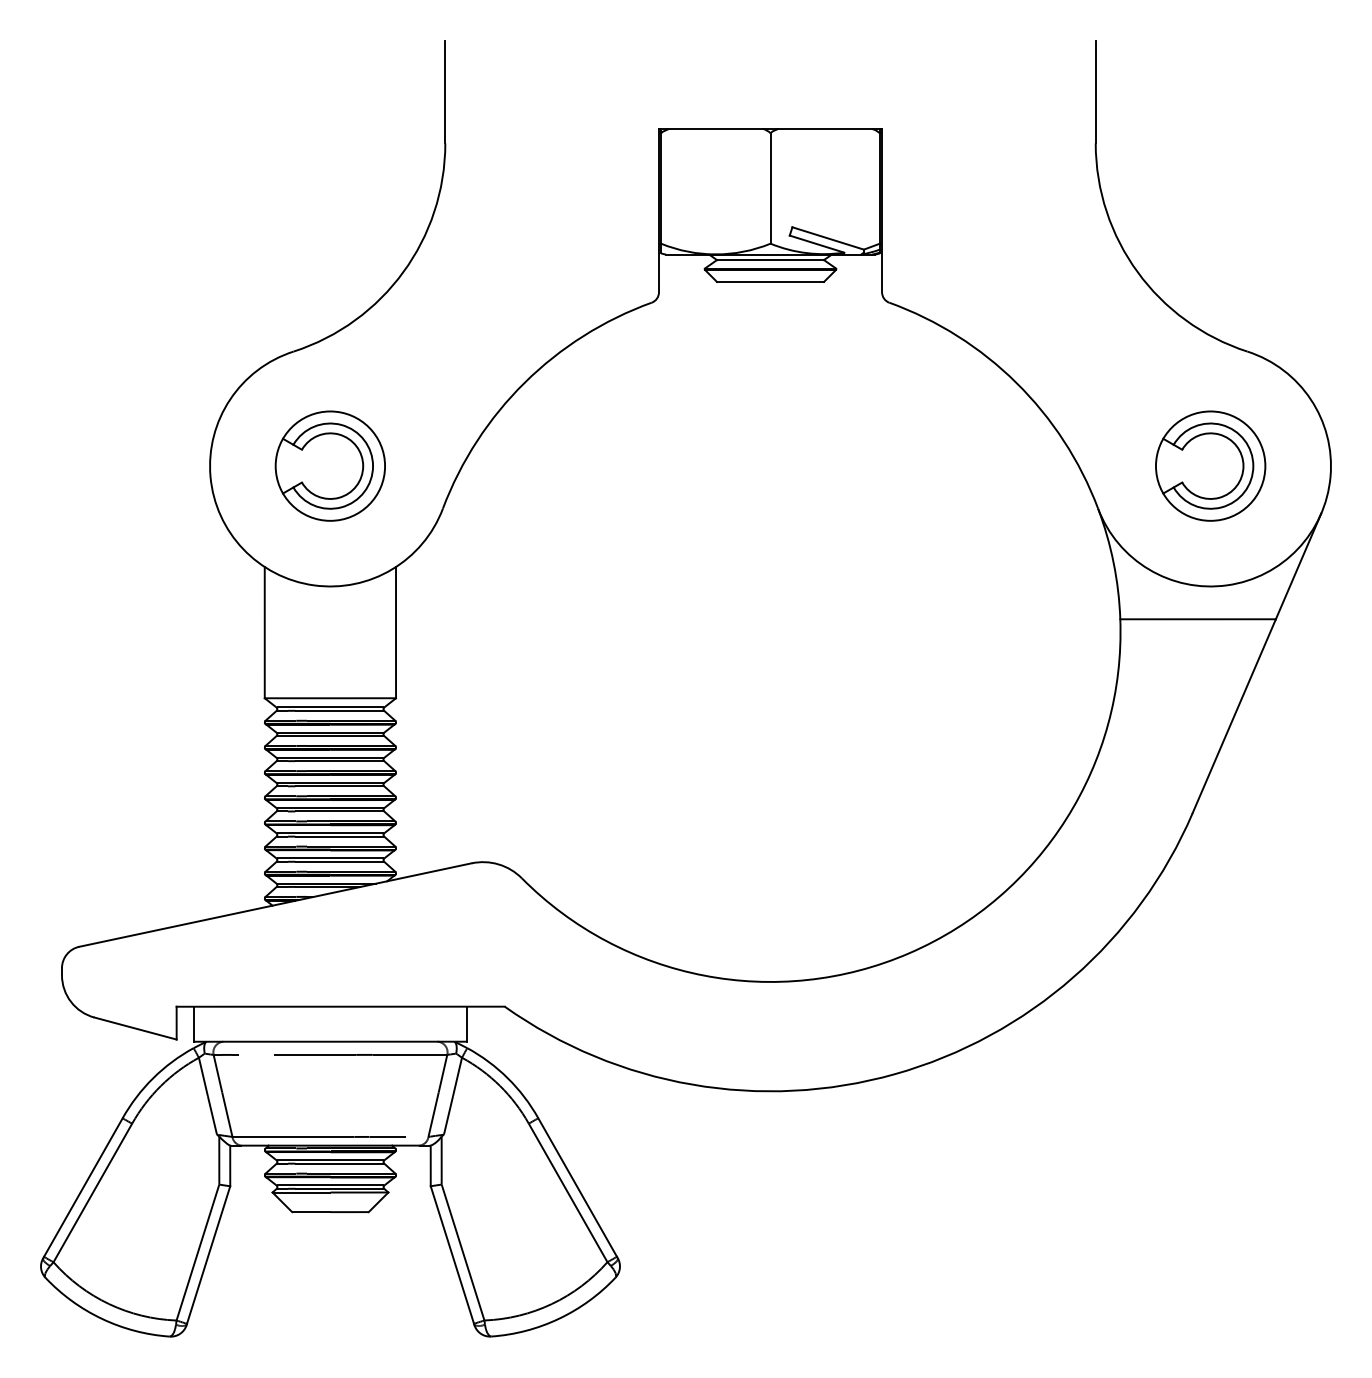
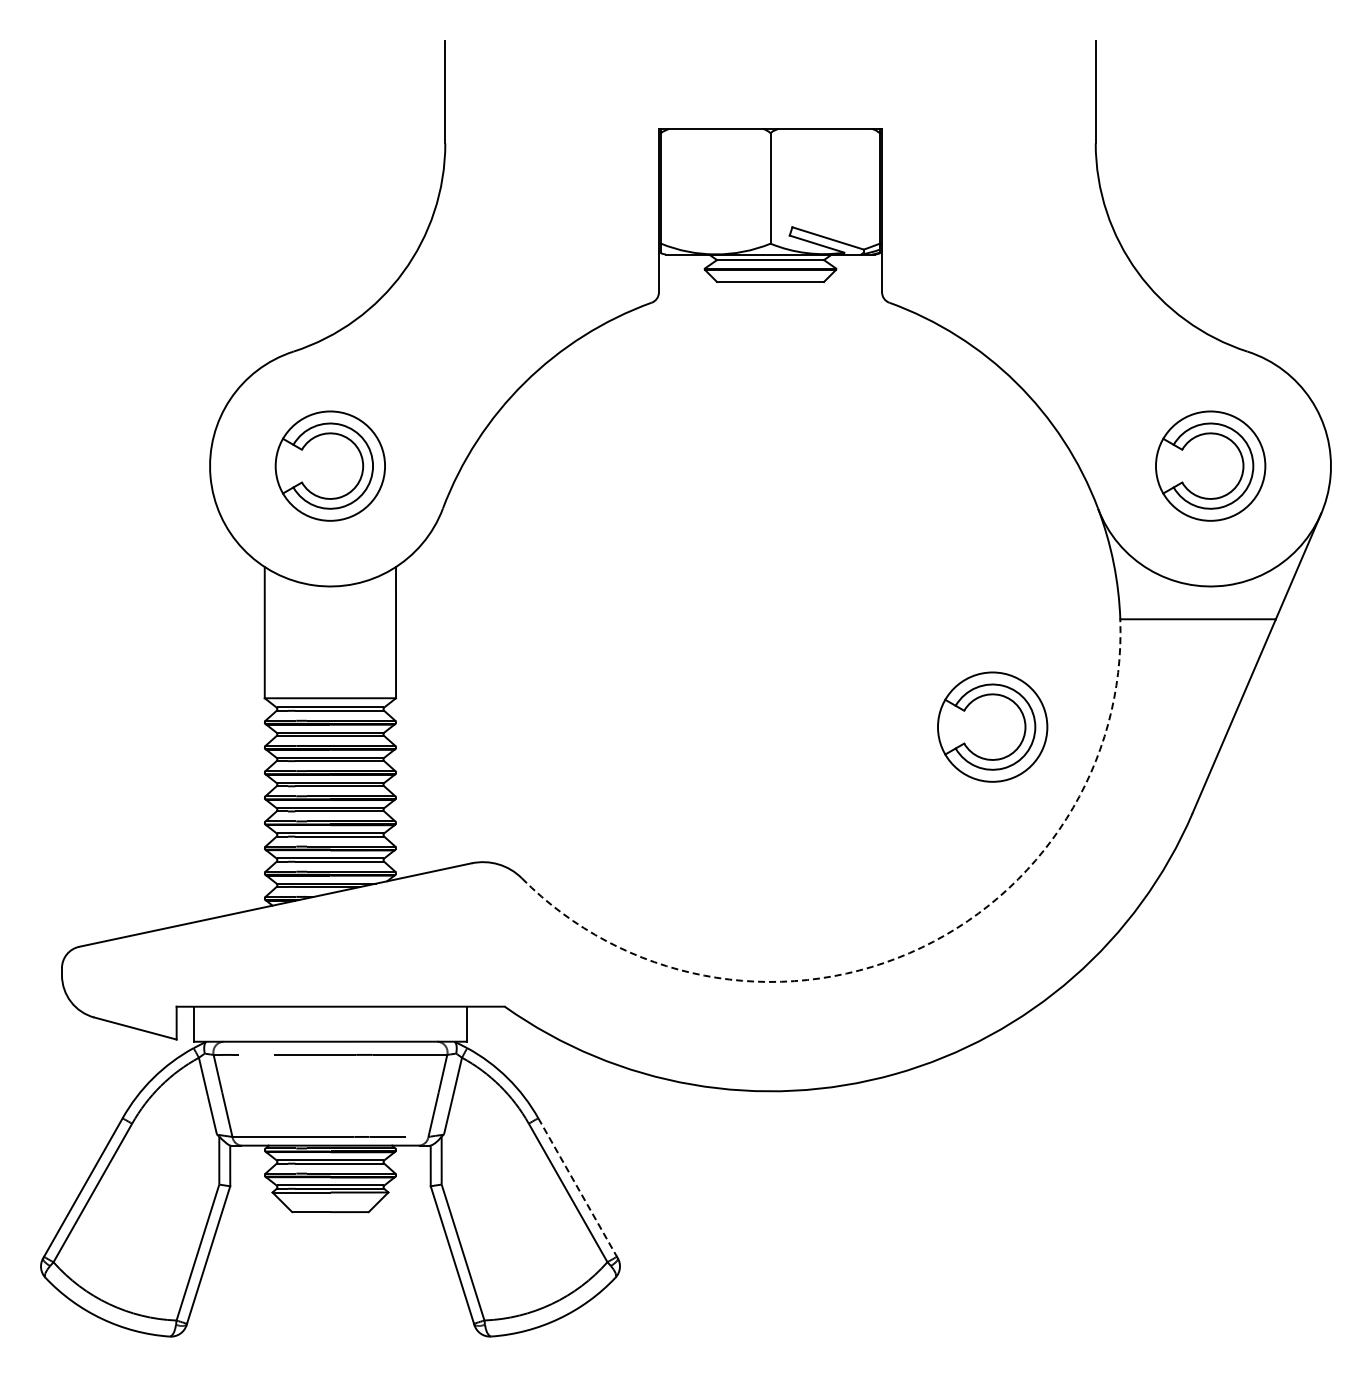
part at (992, 726): none -> present
arc at (909, 953): solid -> dashed
line at (577, 1187): solid -> dashed
